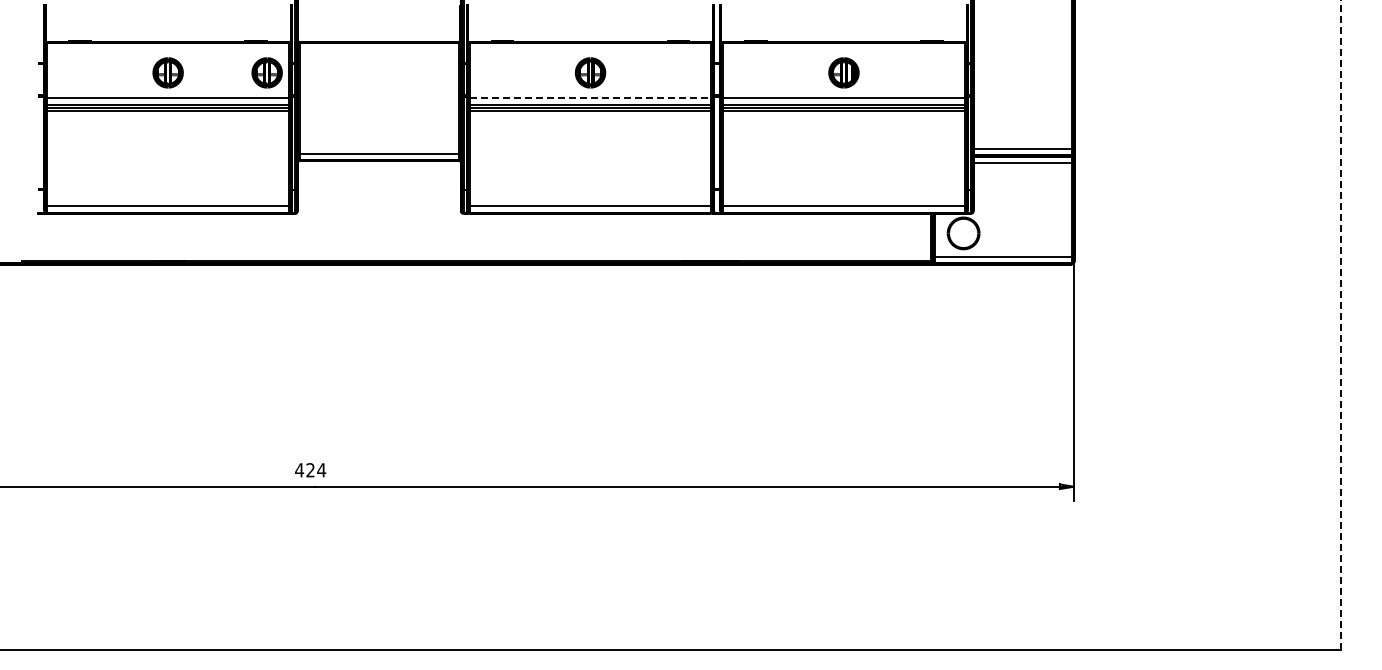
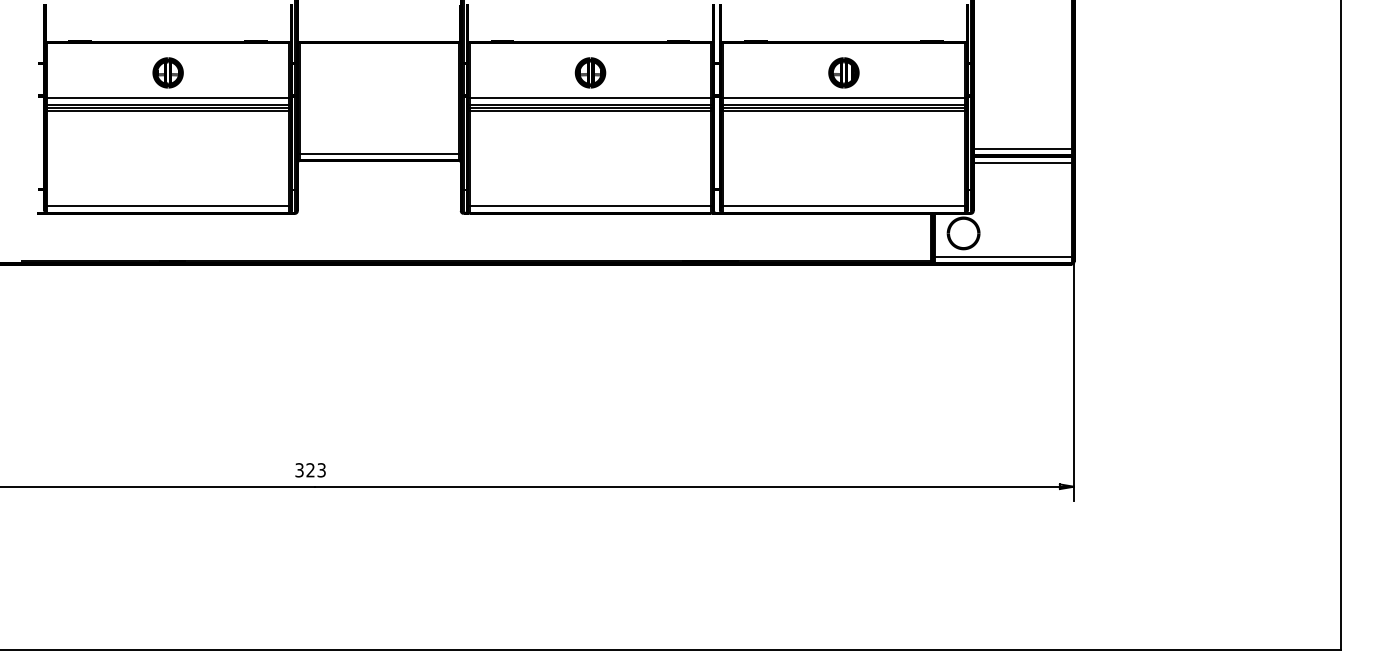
part at (266, 72): present -> none
line at (590, 97): dashed -> solid
line at (1340, 325): dashed -> solid
text at (310, 470): 424 -> 323
